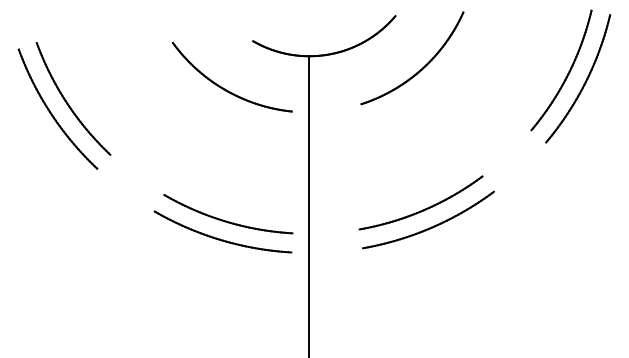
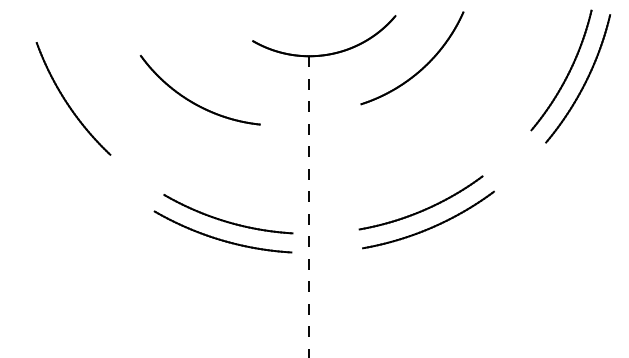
part at (225, 88) position: (225, 88) -> (193, 101)
part at (52, 113): present -> none
line at (309, 207): solid -> dashed
